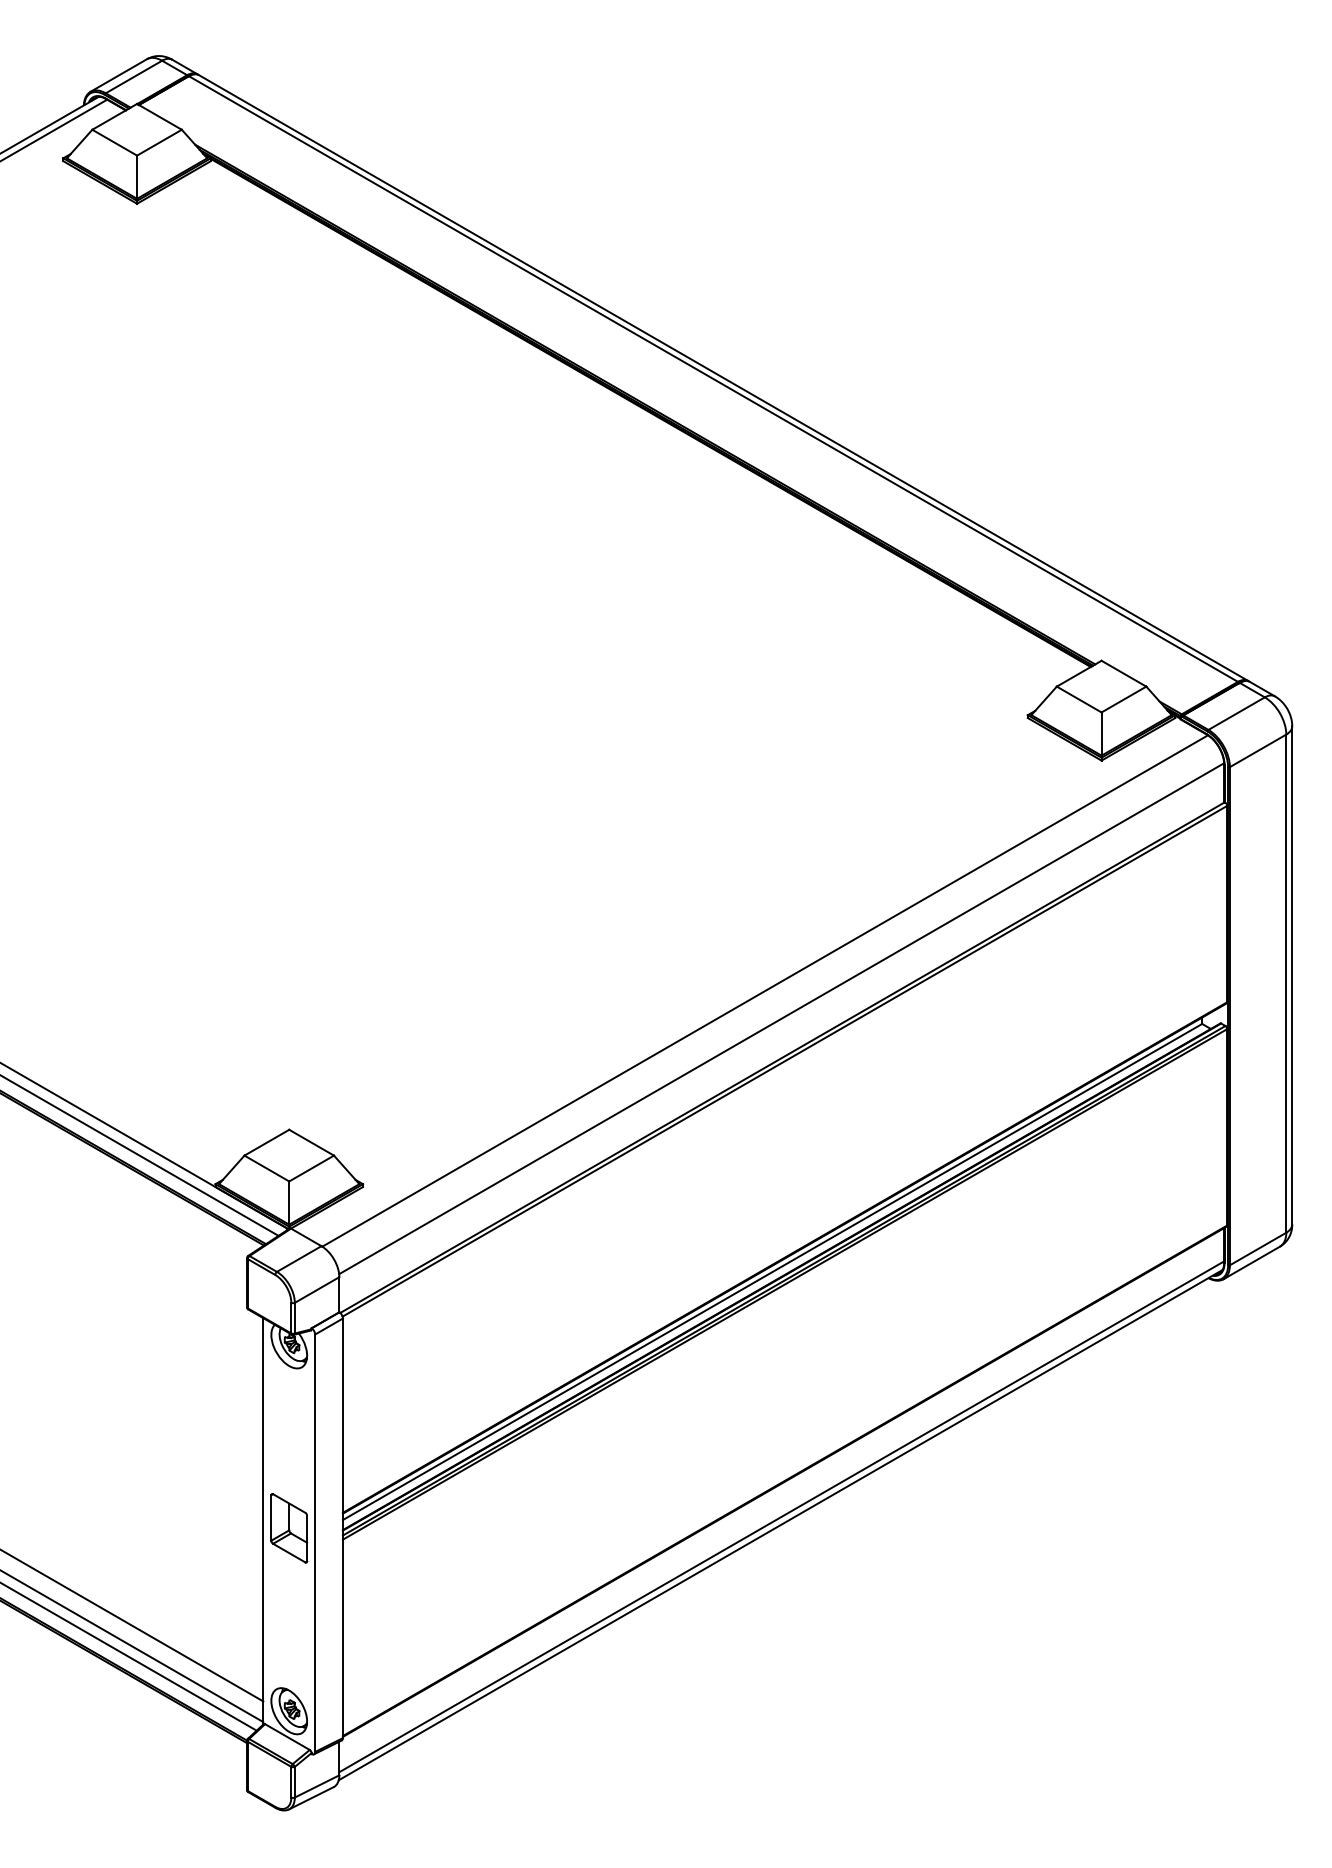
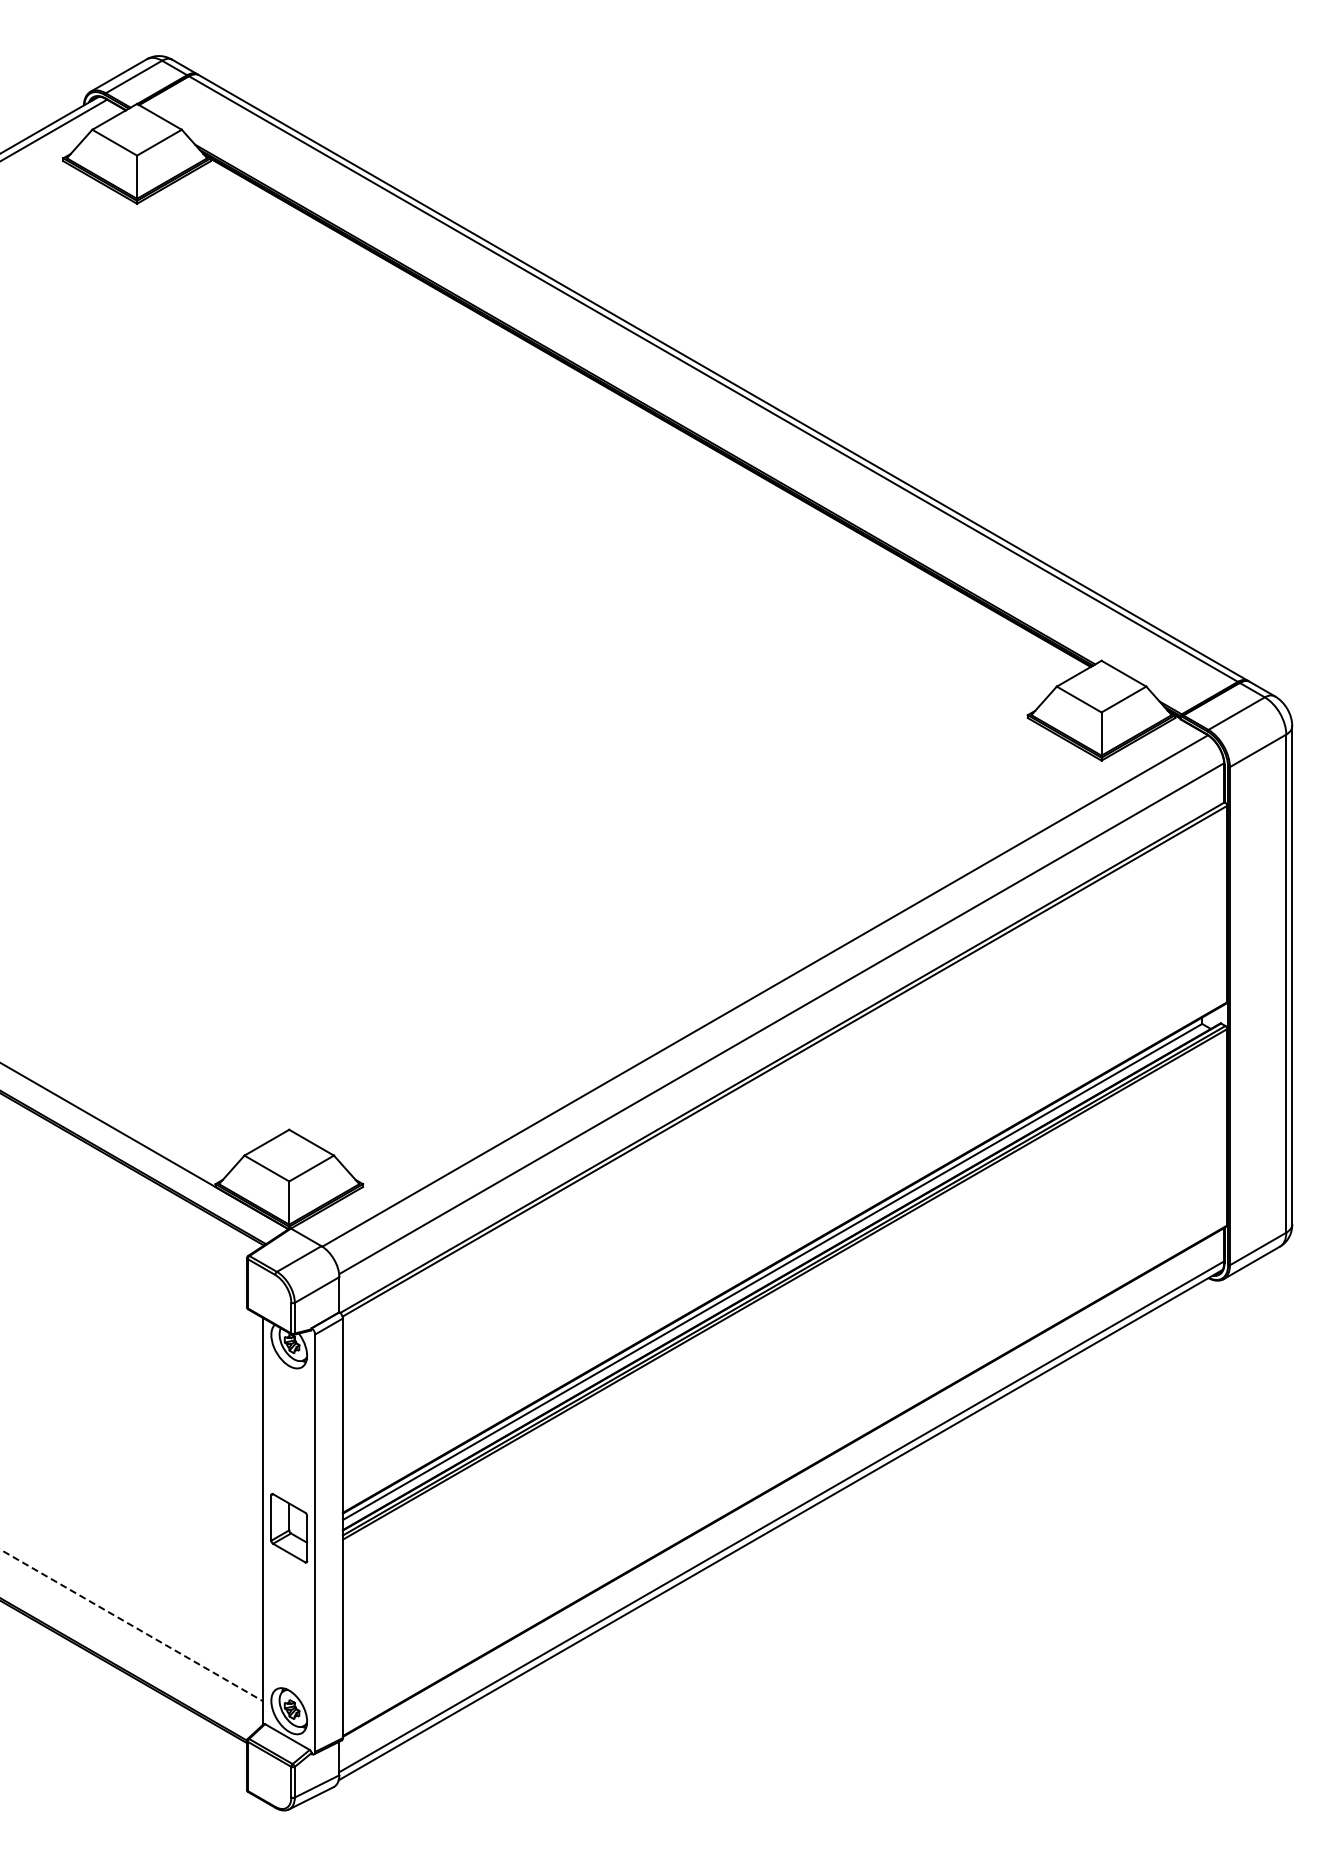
line at (140, 1155): present -> none
line at (131, 1625): solid -> dashed
line at (132, 1646): present -> none
line at (129, 1657): present -> none
